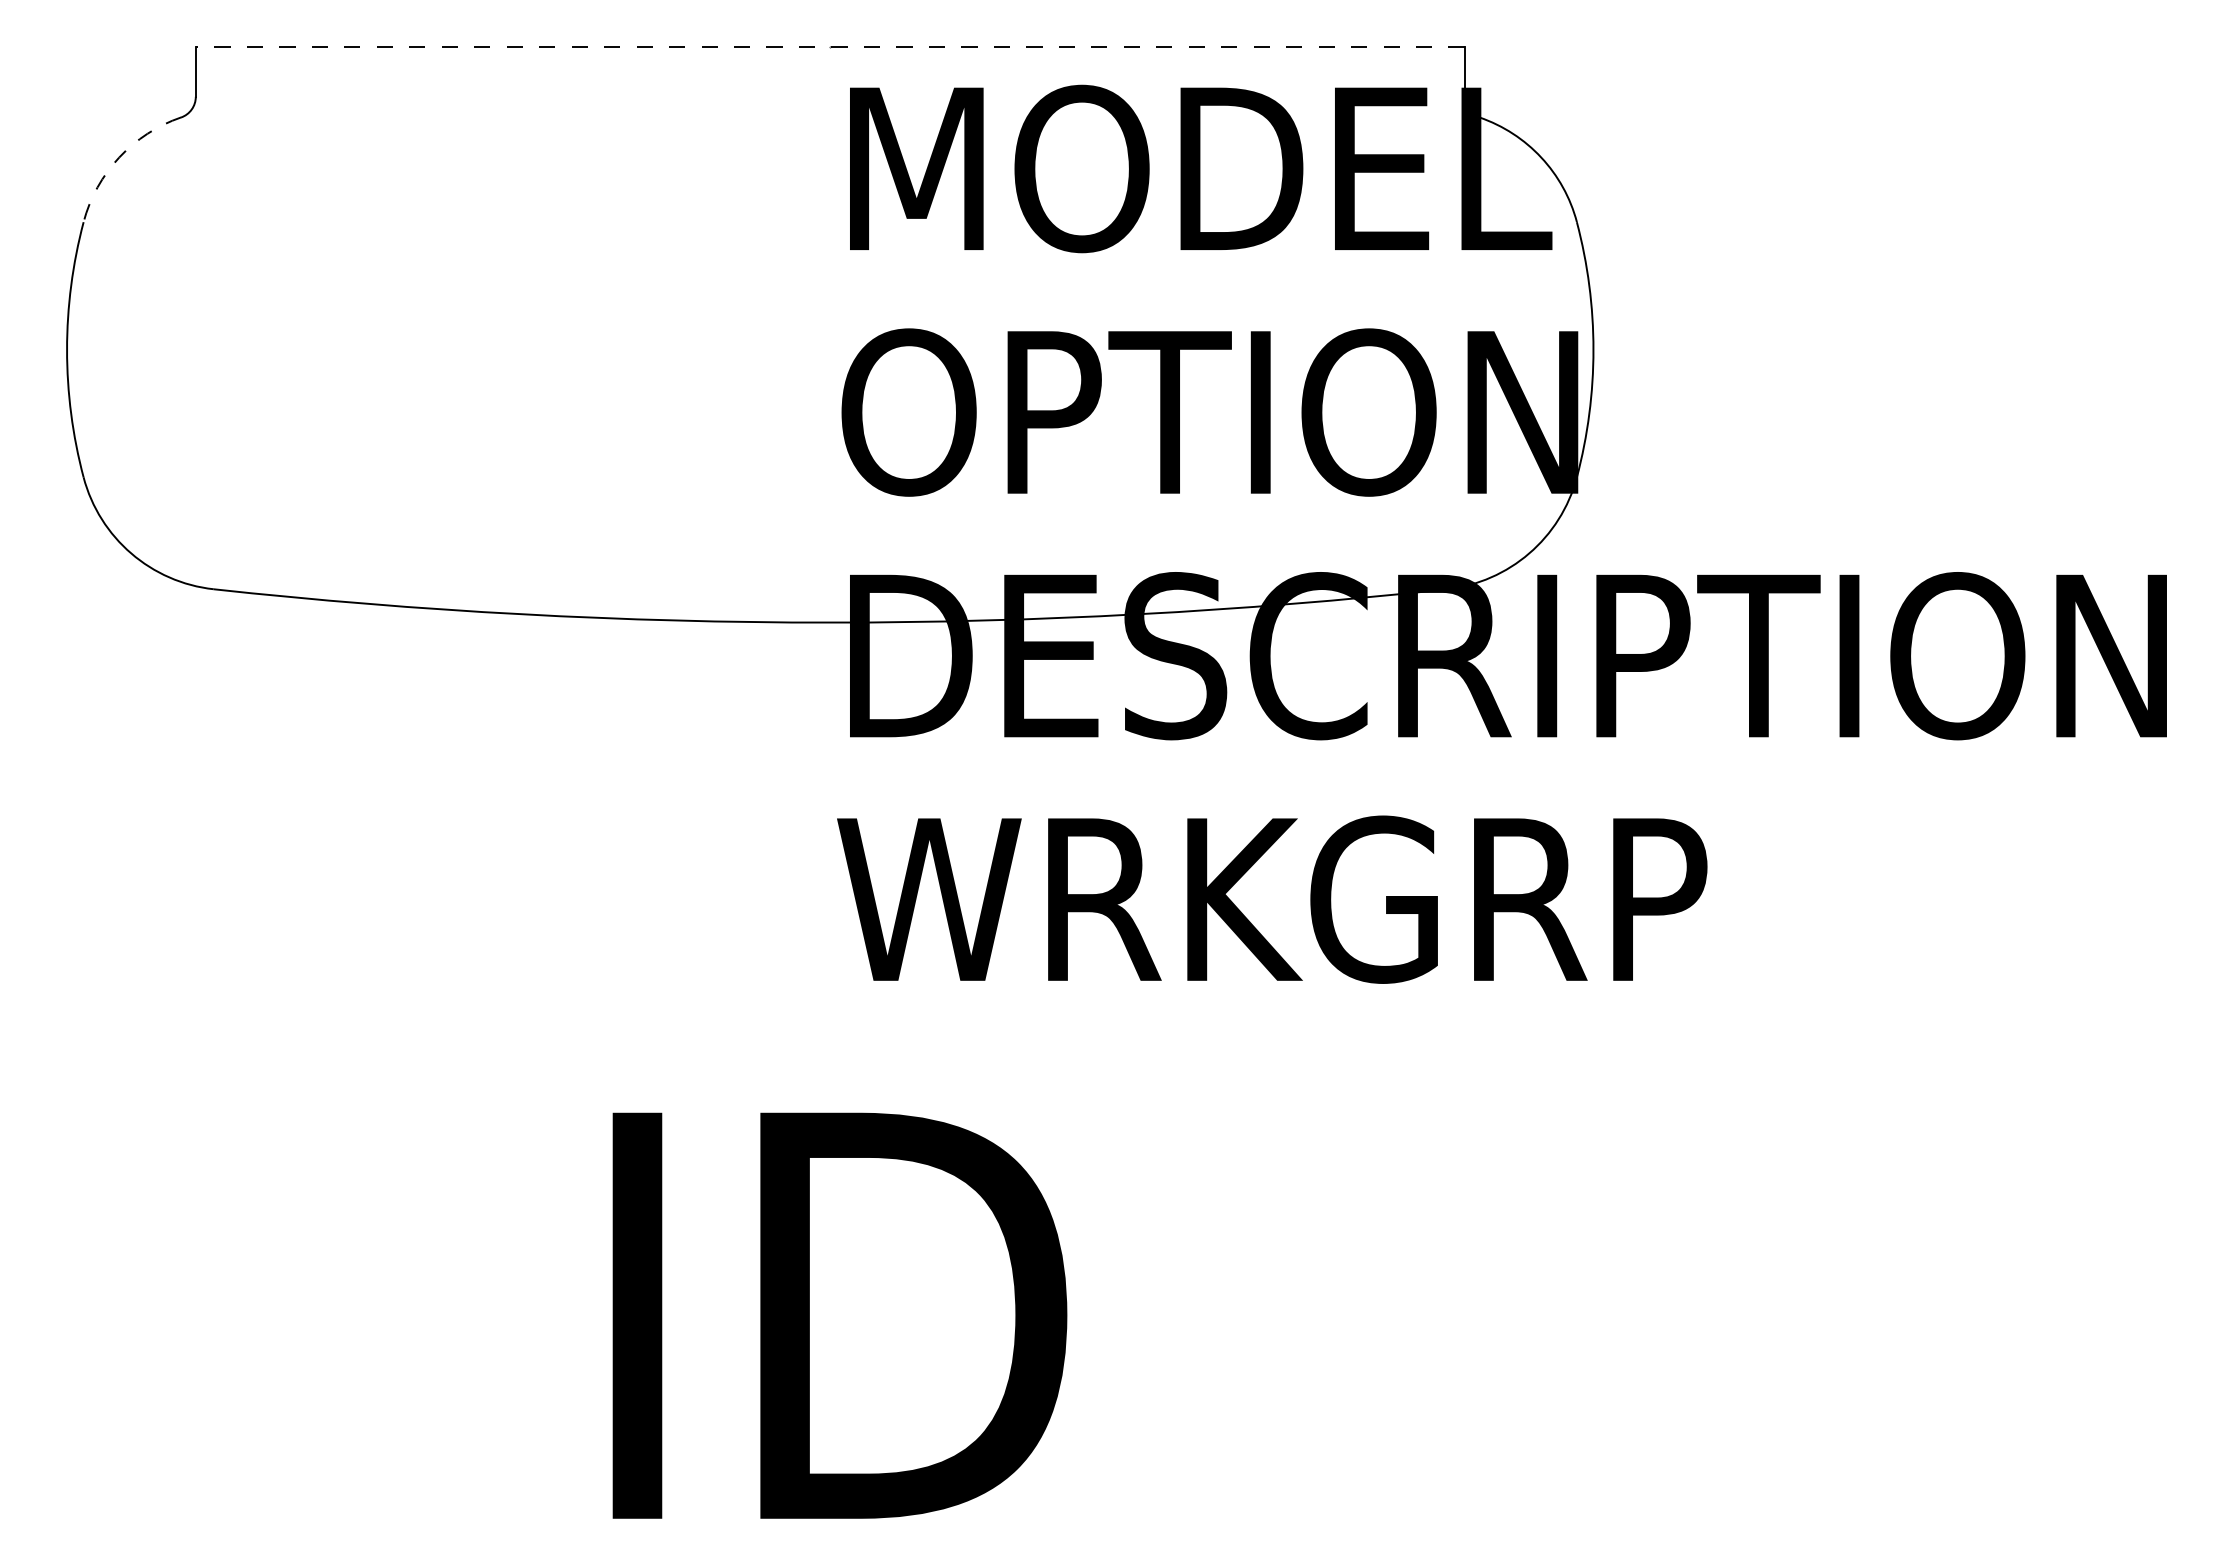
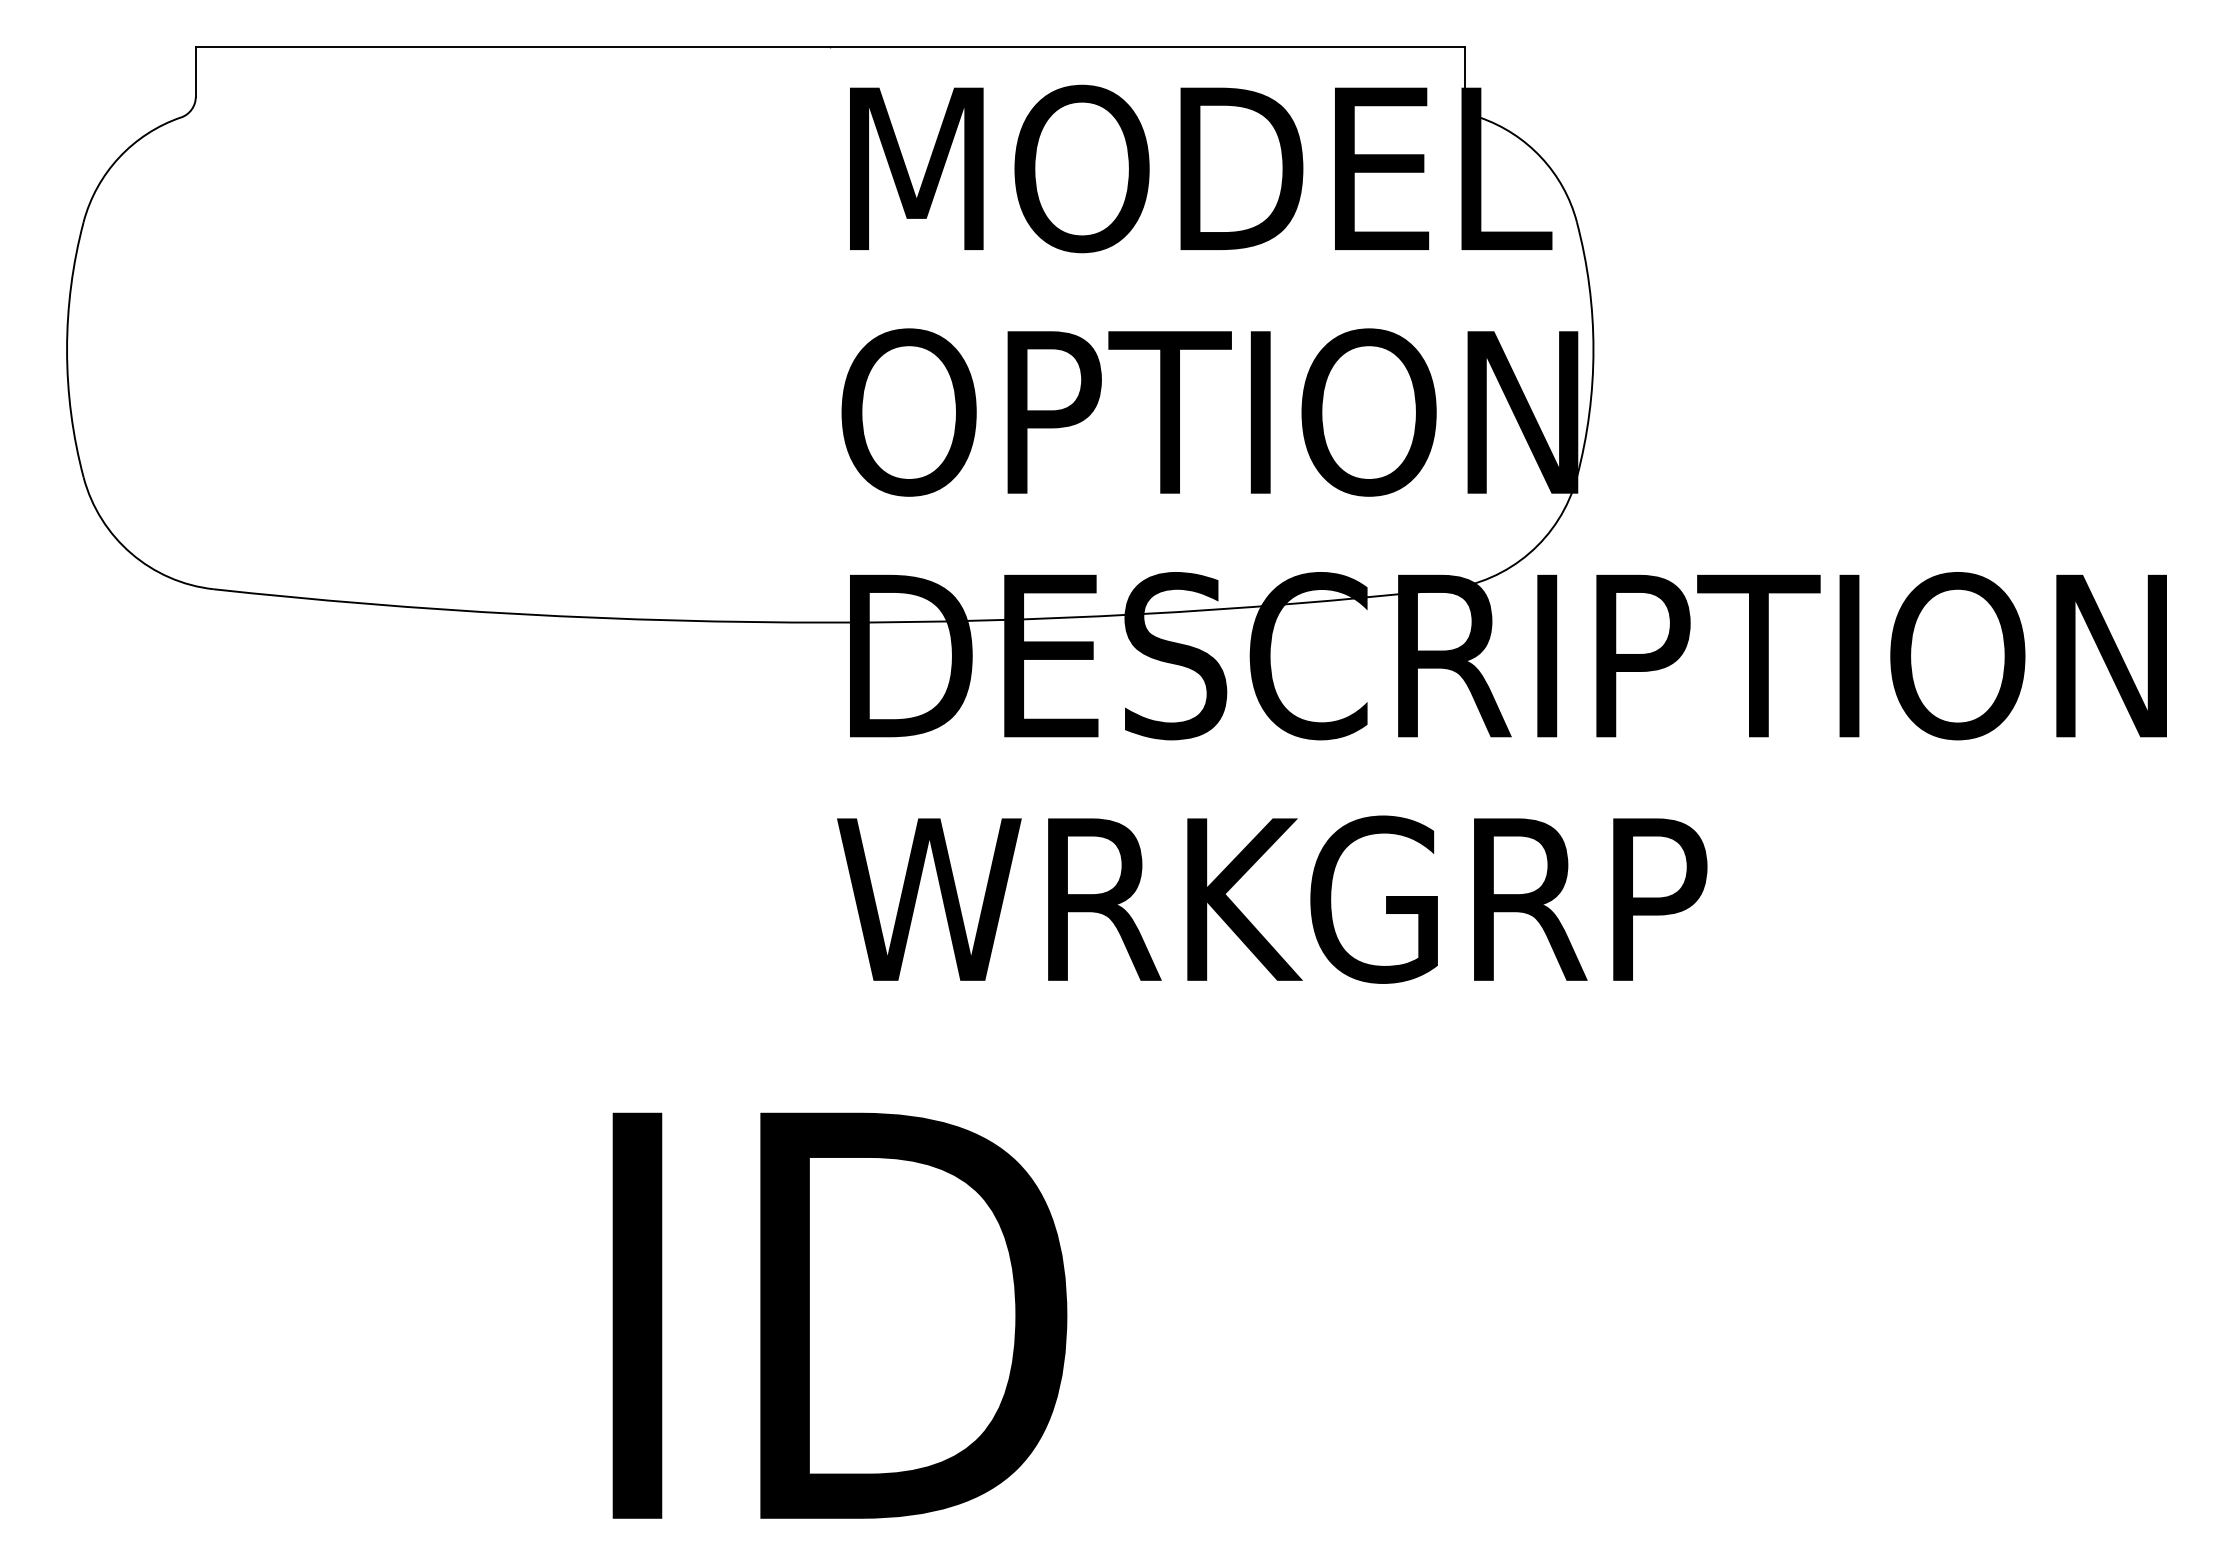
line at (829, 47): dashed -> solid
arc at (119, 157): dashed -> solid
